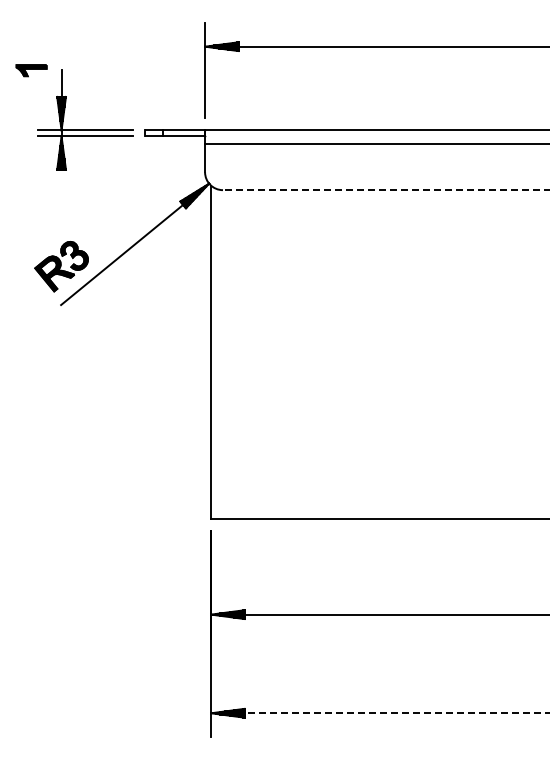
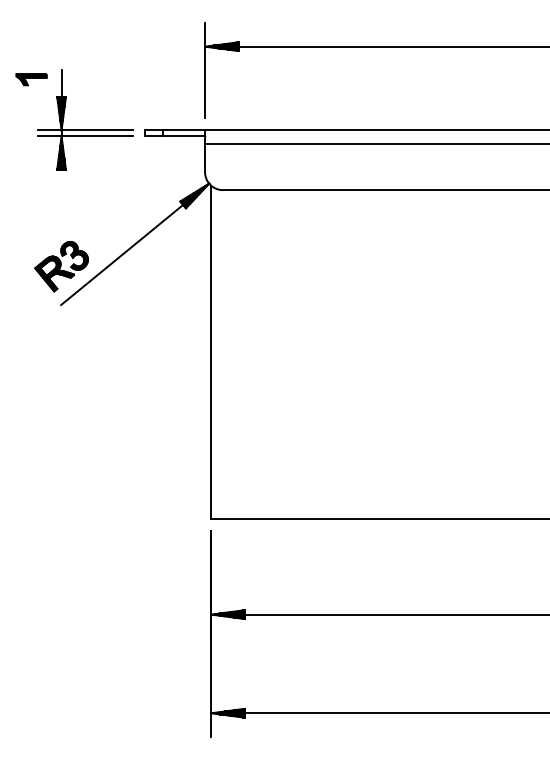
part at (31, 70) position: (31, 70) -> (31, 79)
line at (385, 190): dashed -> solid
line at (380, 713): dashed -> solid
